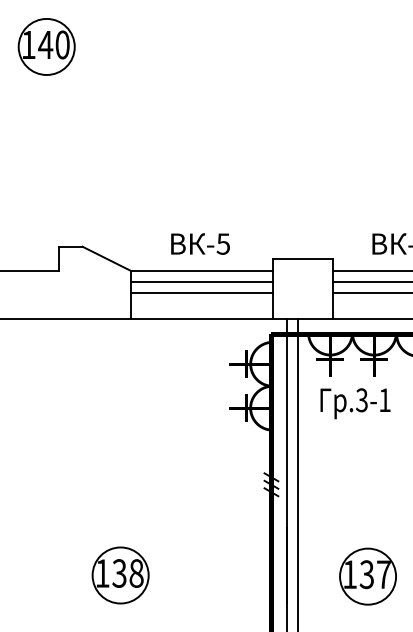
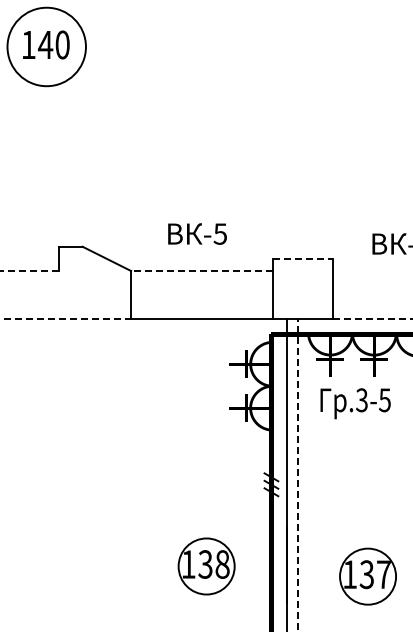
circle at (46, 46) diameter: 56 px -> 78 px
text at (200, 243) position: (200, 243) -> (197, 233)
line at (302, 258): solid -> dashed
line at (29, 271): solid -> dashed
line at (201, 271): solid -> dashed
line at (370, 271): present -> none
line at (201, 282): present -> none
line at (370, 282): present -> none
line at (201, 293): present -> none
line at (370, 293): present -> none
line at (66, 318): solid -> dashed
line at (372, 318): solid -> dashed
text at (384, 400): .3-1 -> .3-5
line at (298, 474): solid -> dashed
part at (120, 575) position: (120, 575) -> (206, 566)
